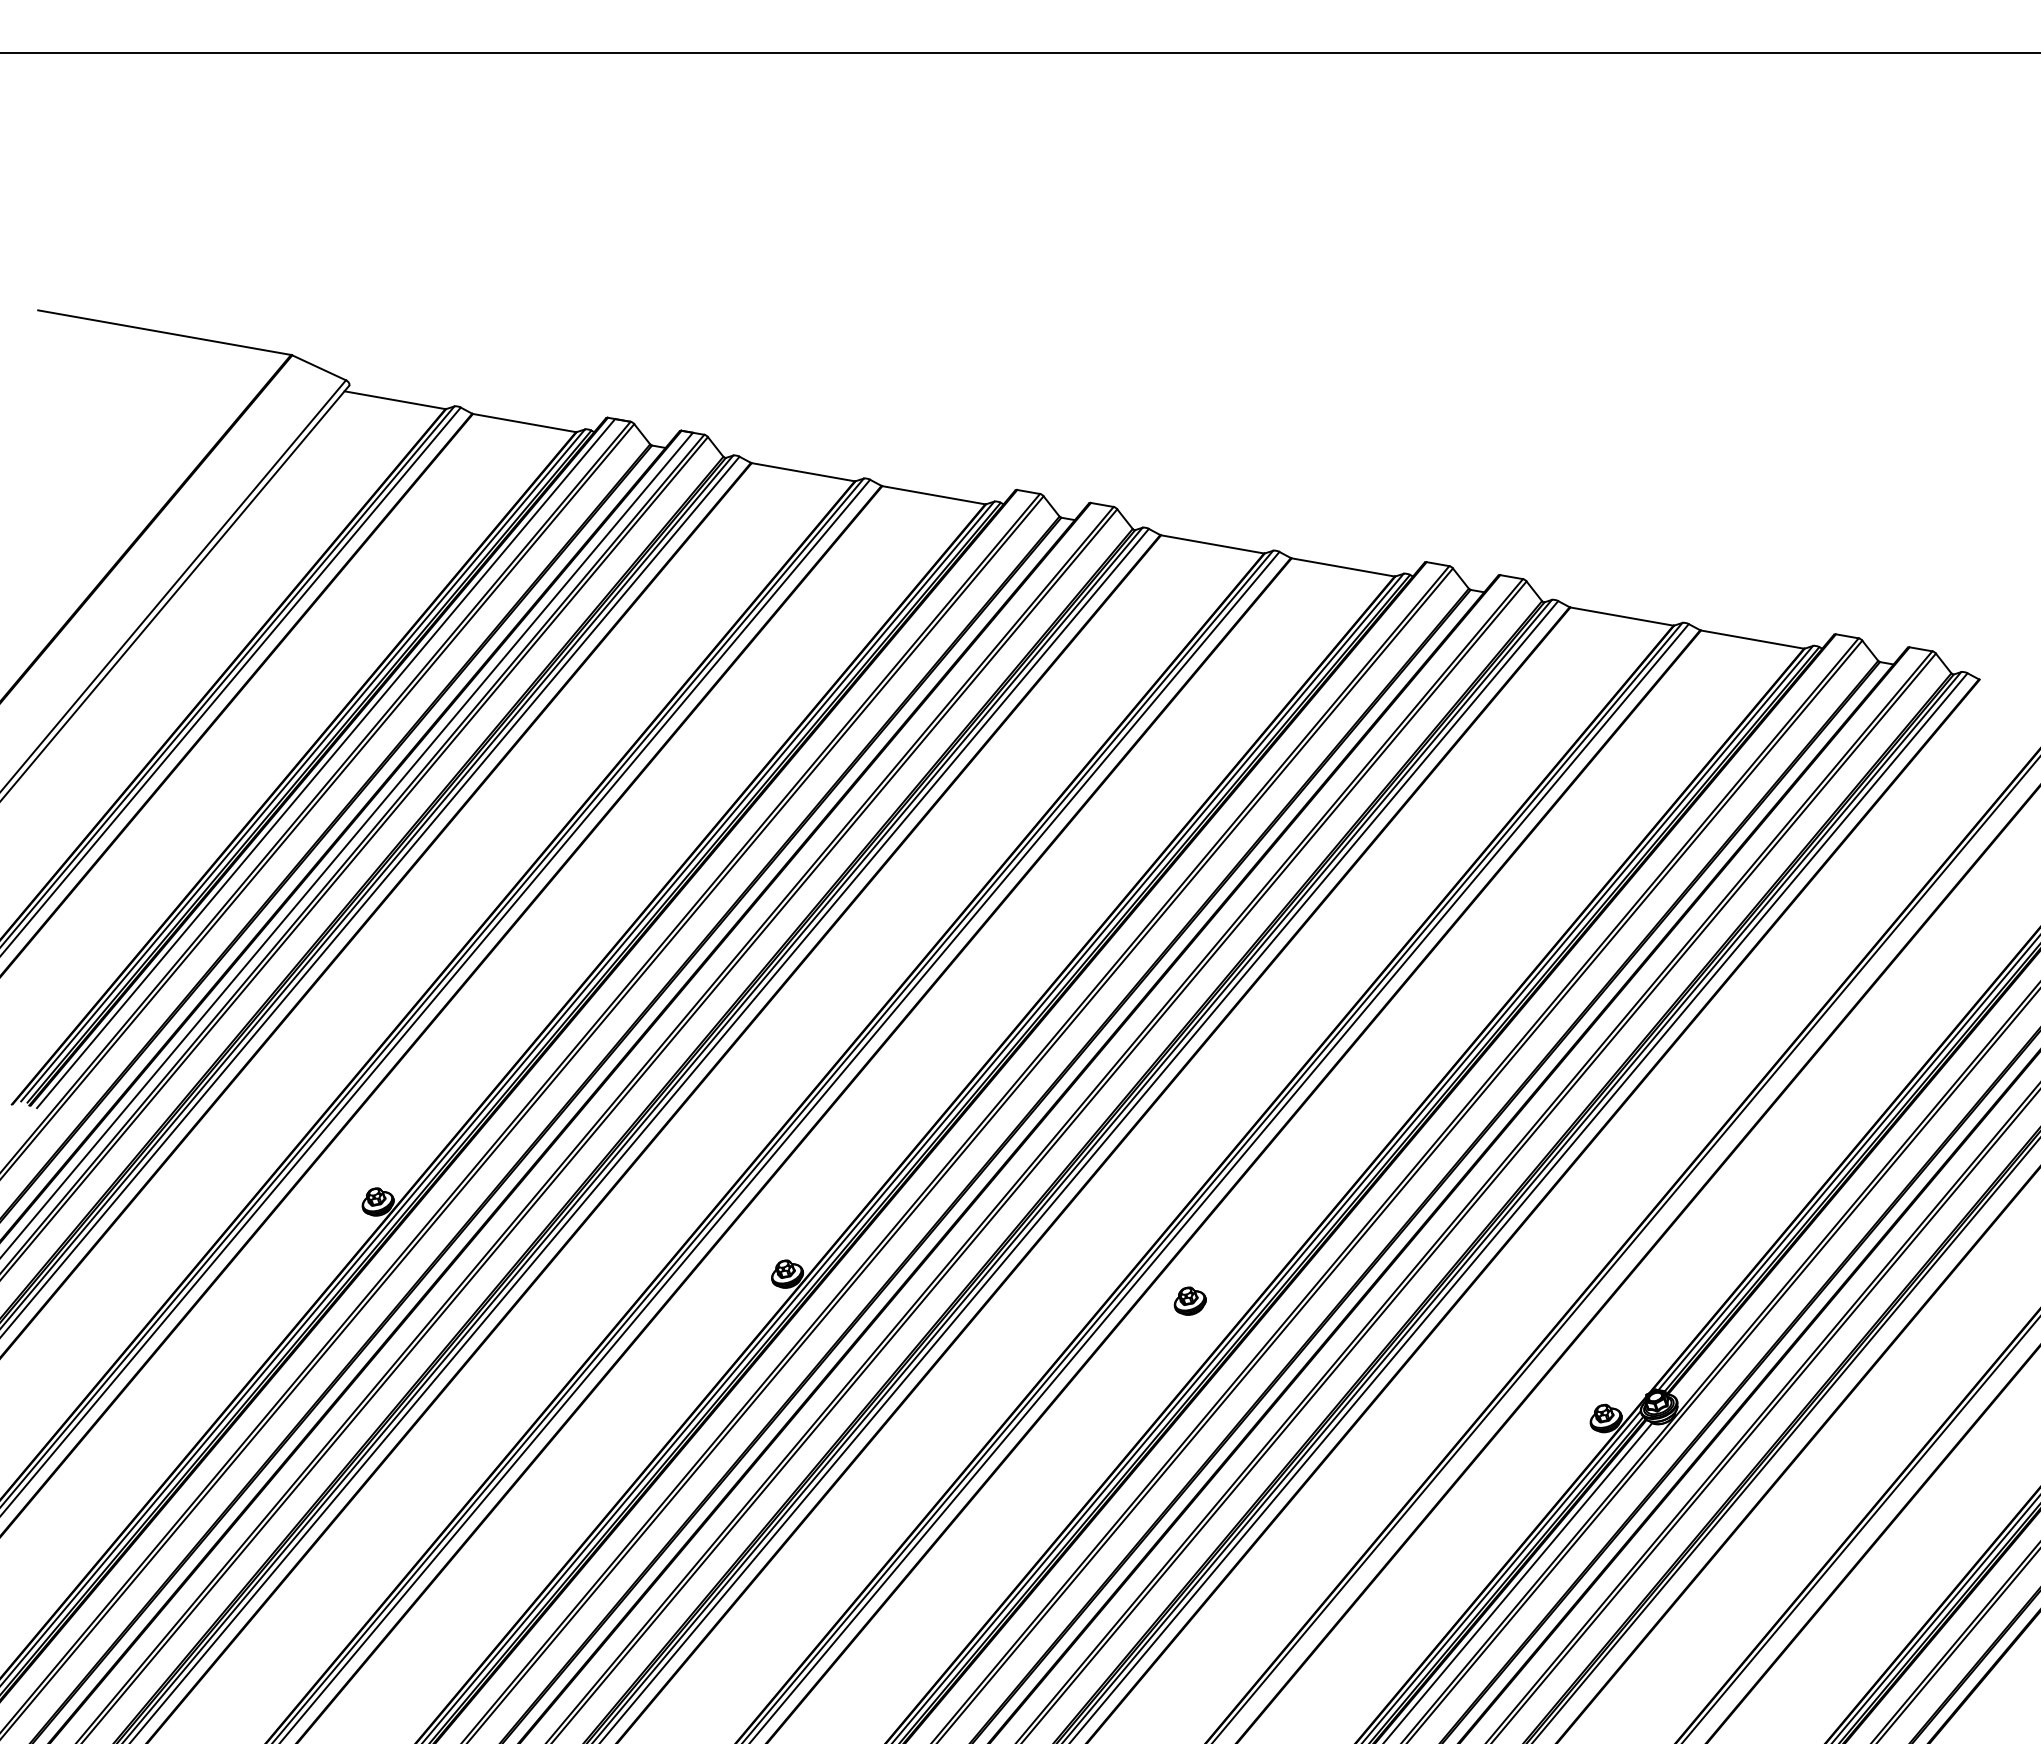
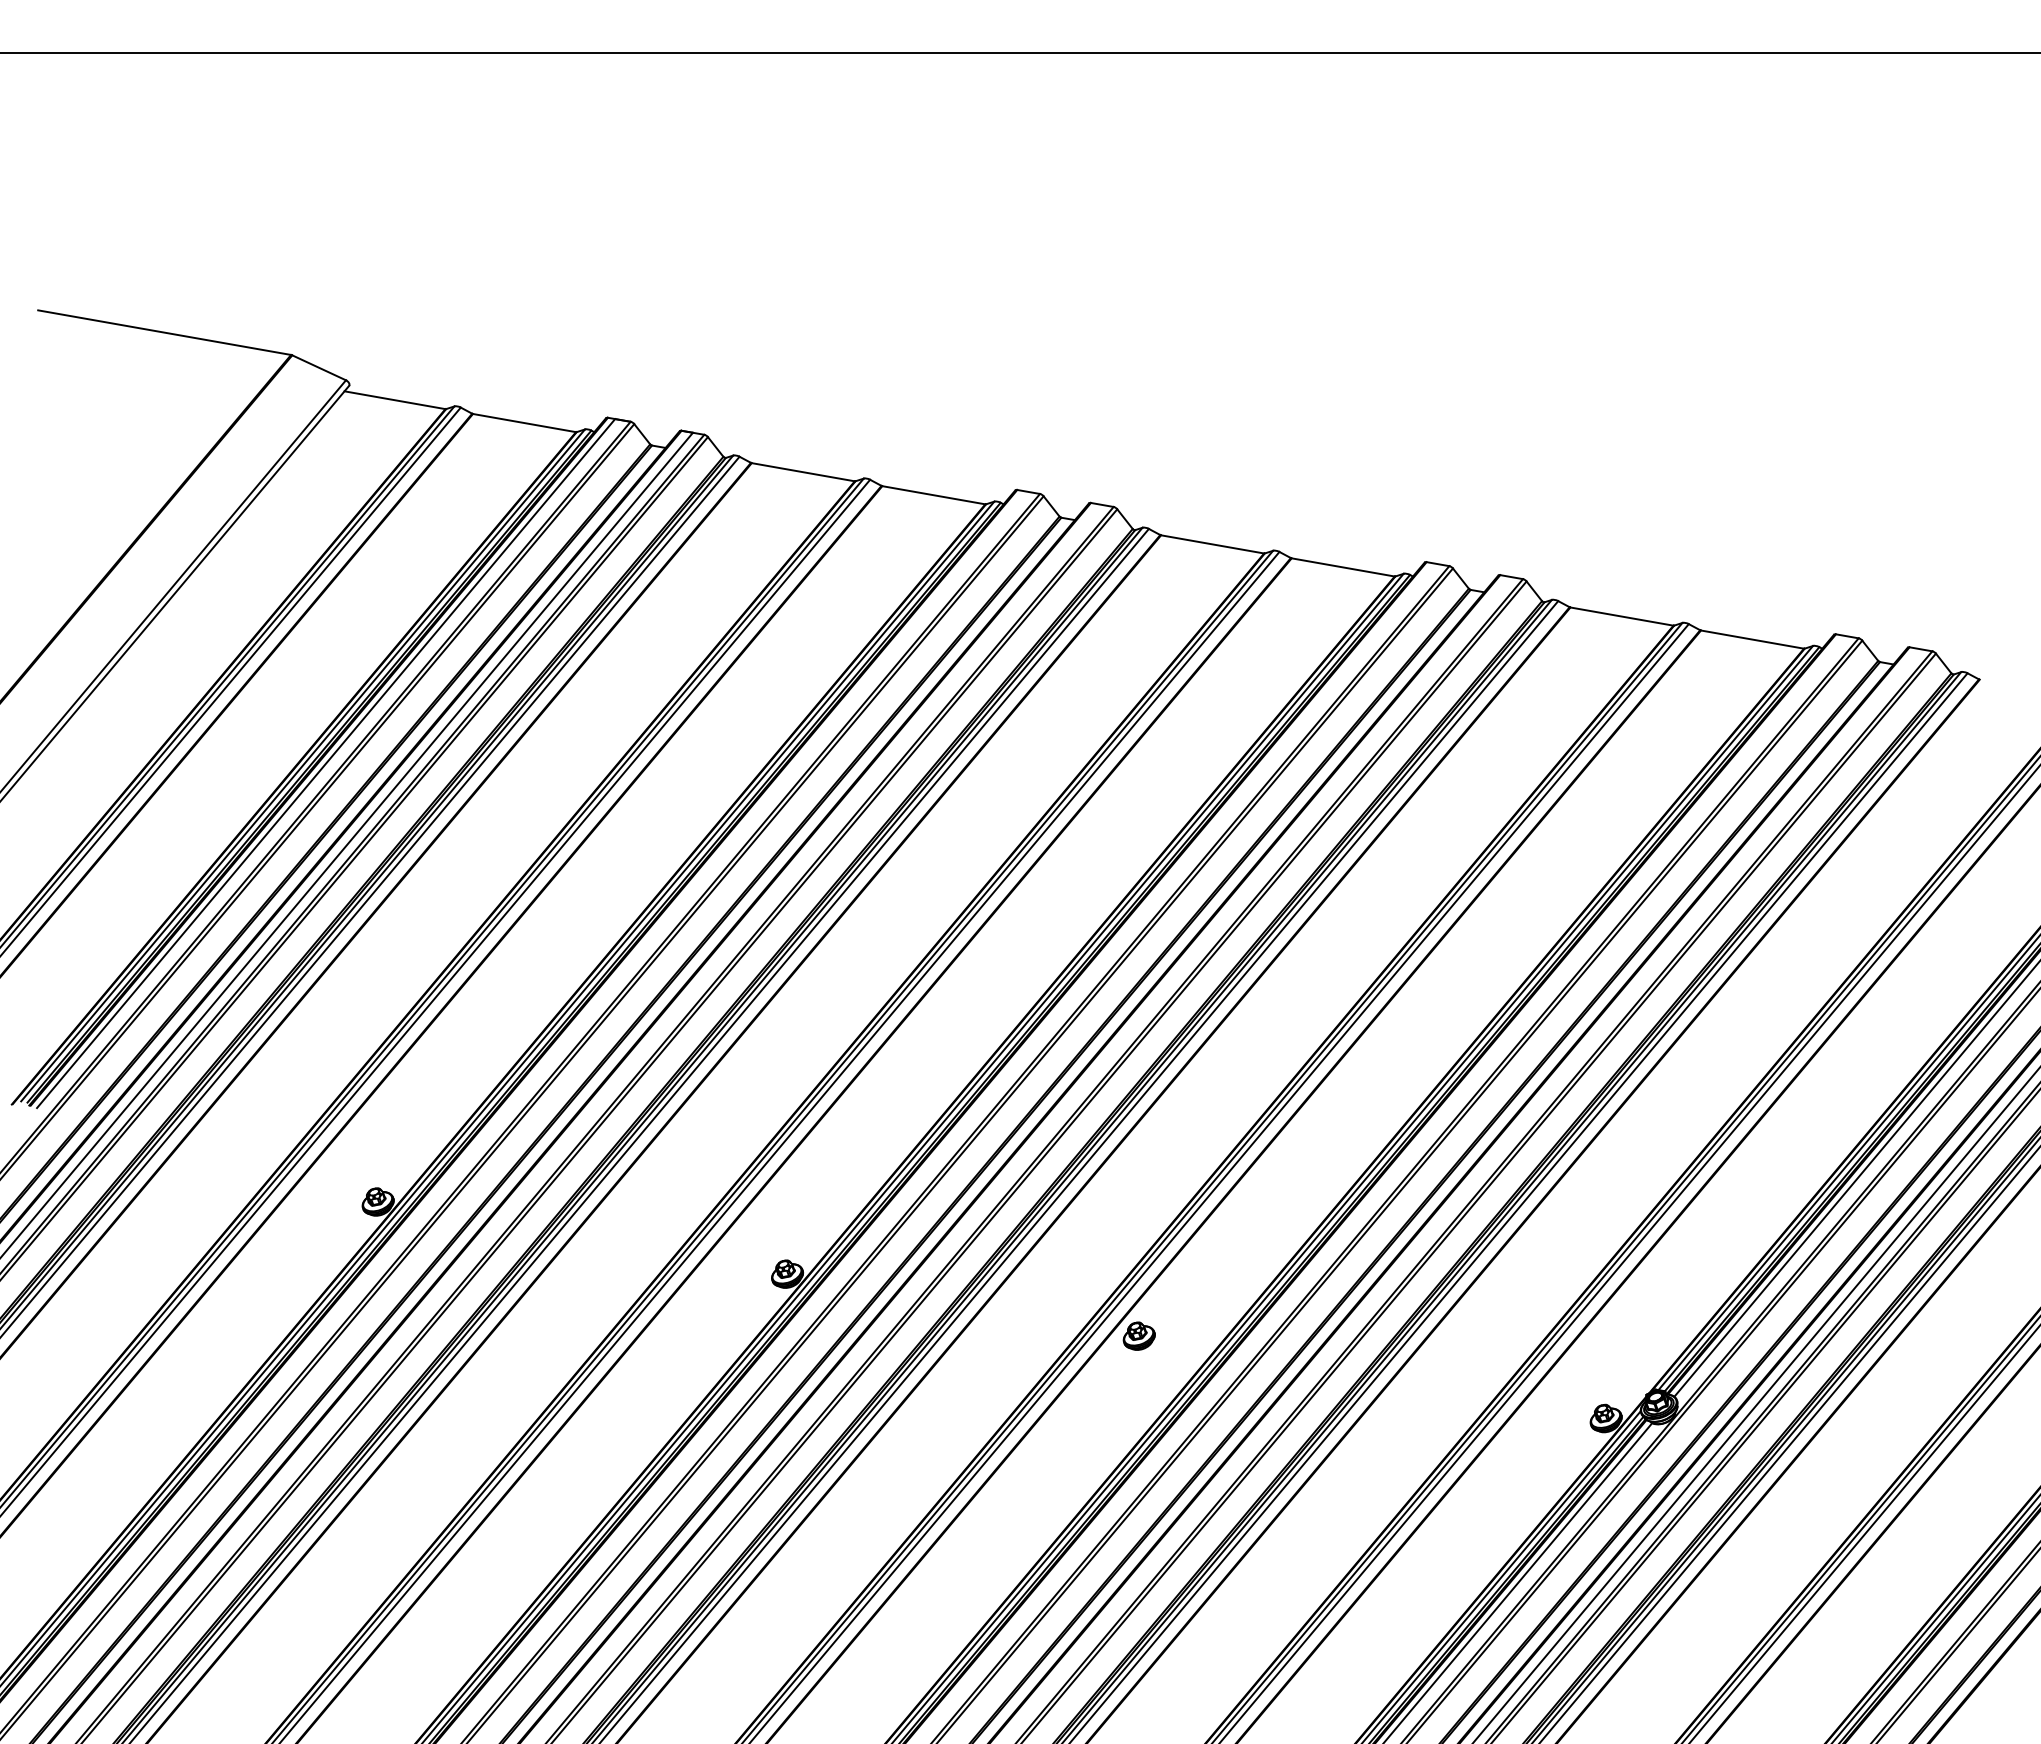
line at (1855, 1179): none -> present
line at (1629, 1254): none -> present
part at (1189, 1300) position: (1189, 1300) -> (1138, 1335)
line at (1756, 1405): none -> present
line at (1789, 1444): none -> present
line at (1864, 1534): none -> present
